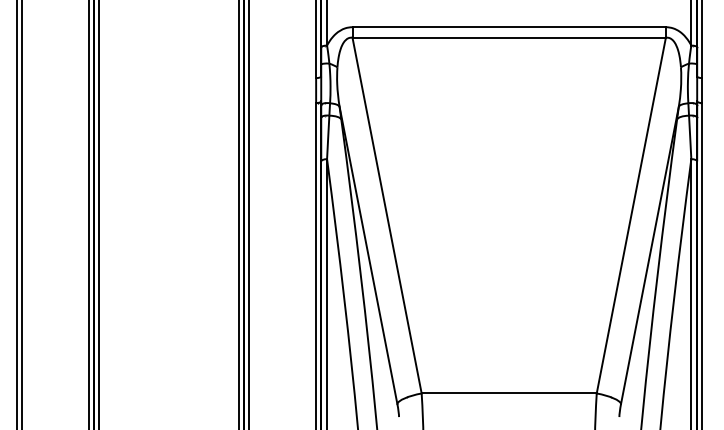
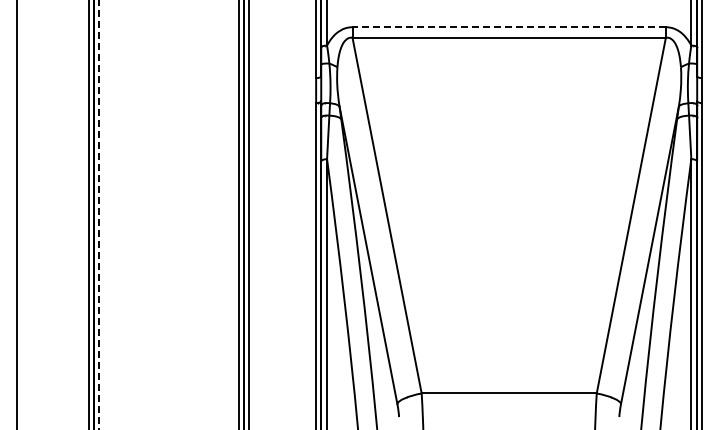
line at (509, 27): solid -> dashed
line at (21, 214): present -> none
line at (98, 215): solid -> dashed
